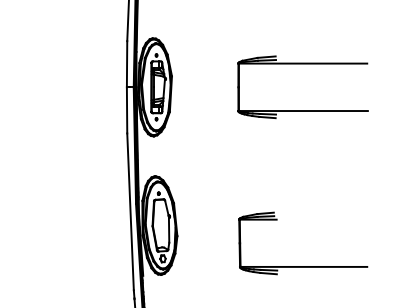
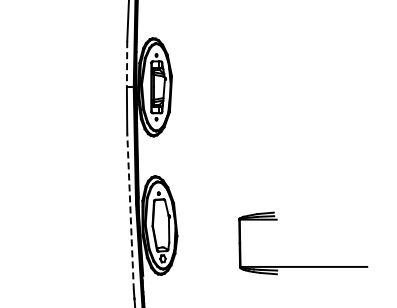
line at (127, 64): solid -> dashed
part at (302, 64): present -> none
line at (130, 211): solid -> dashed
